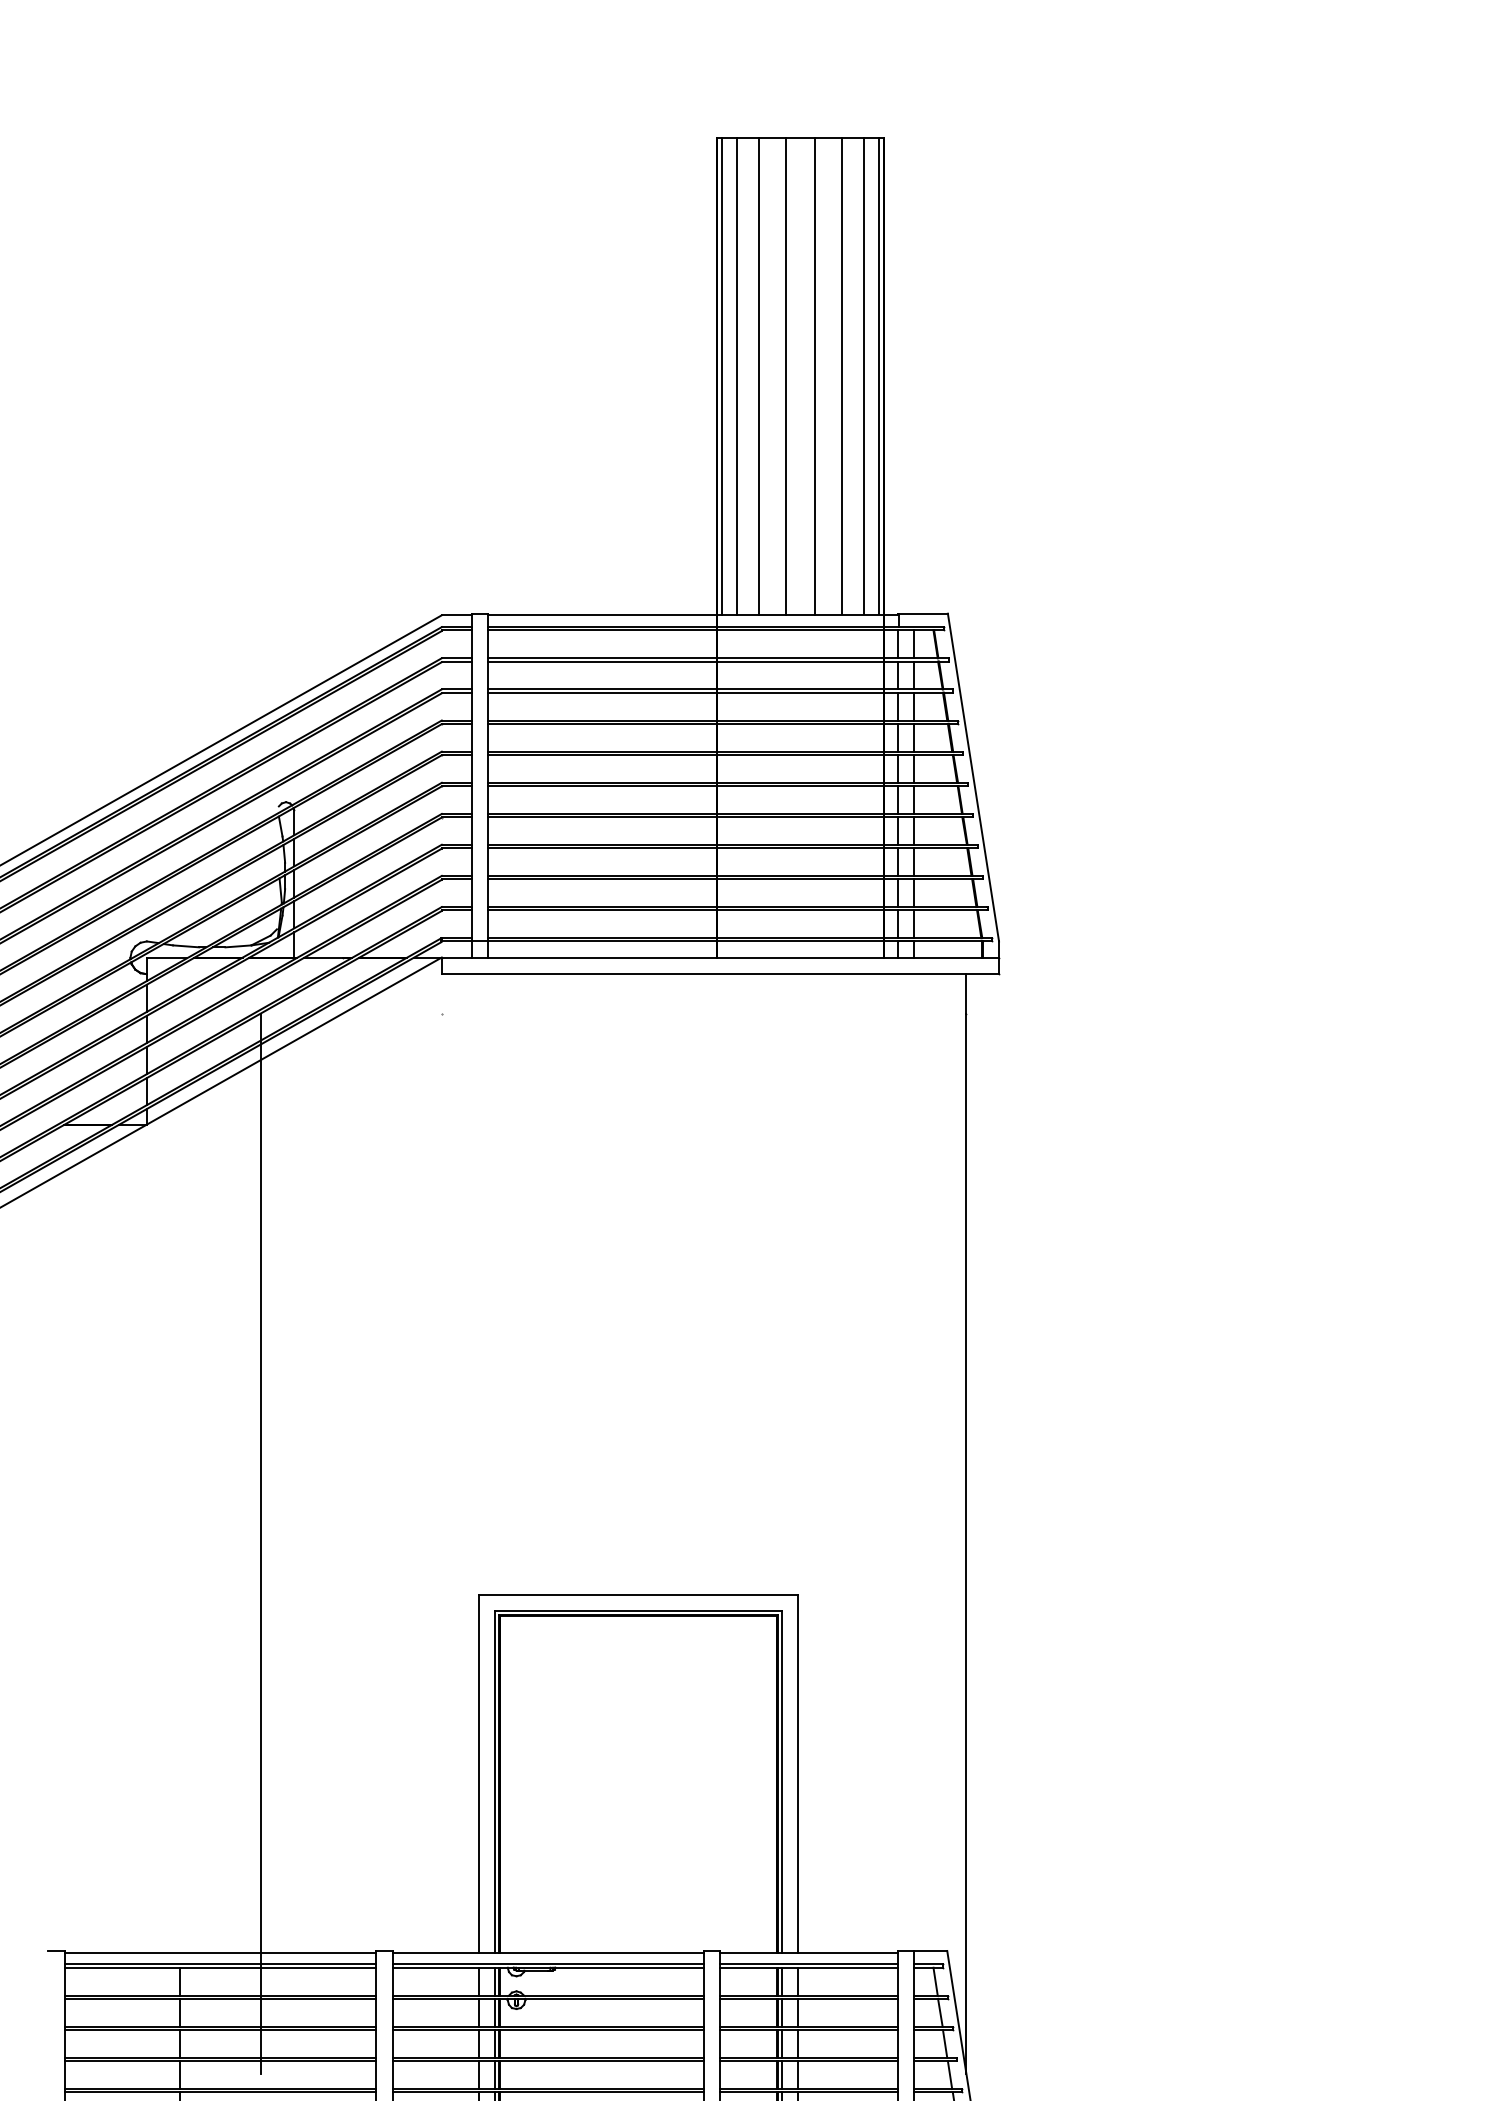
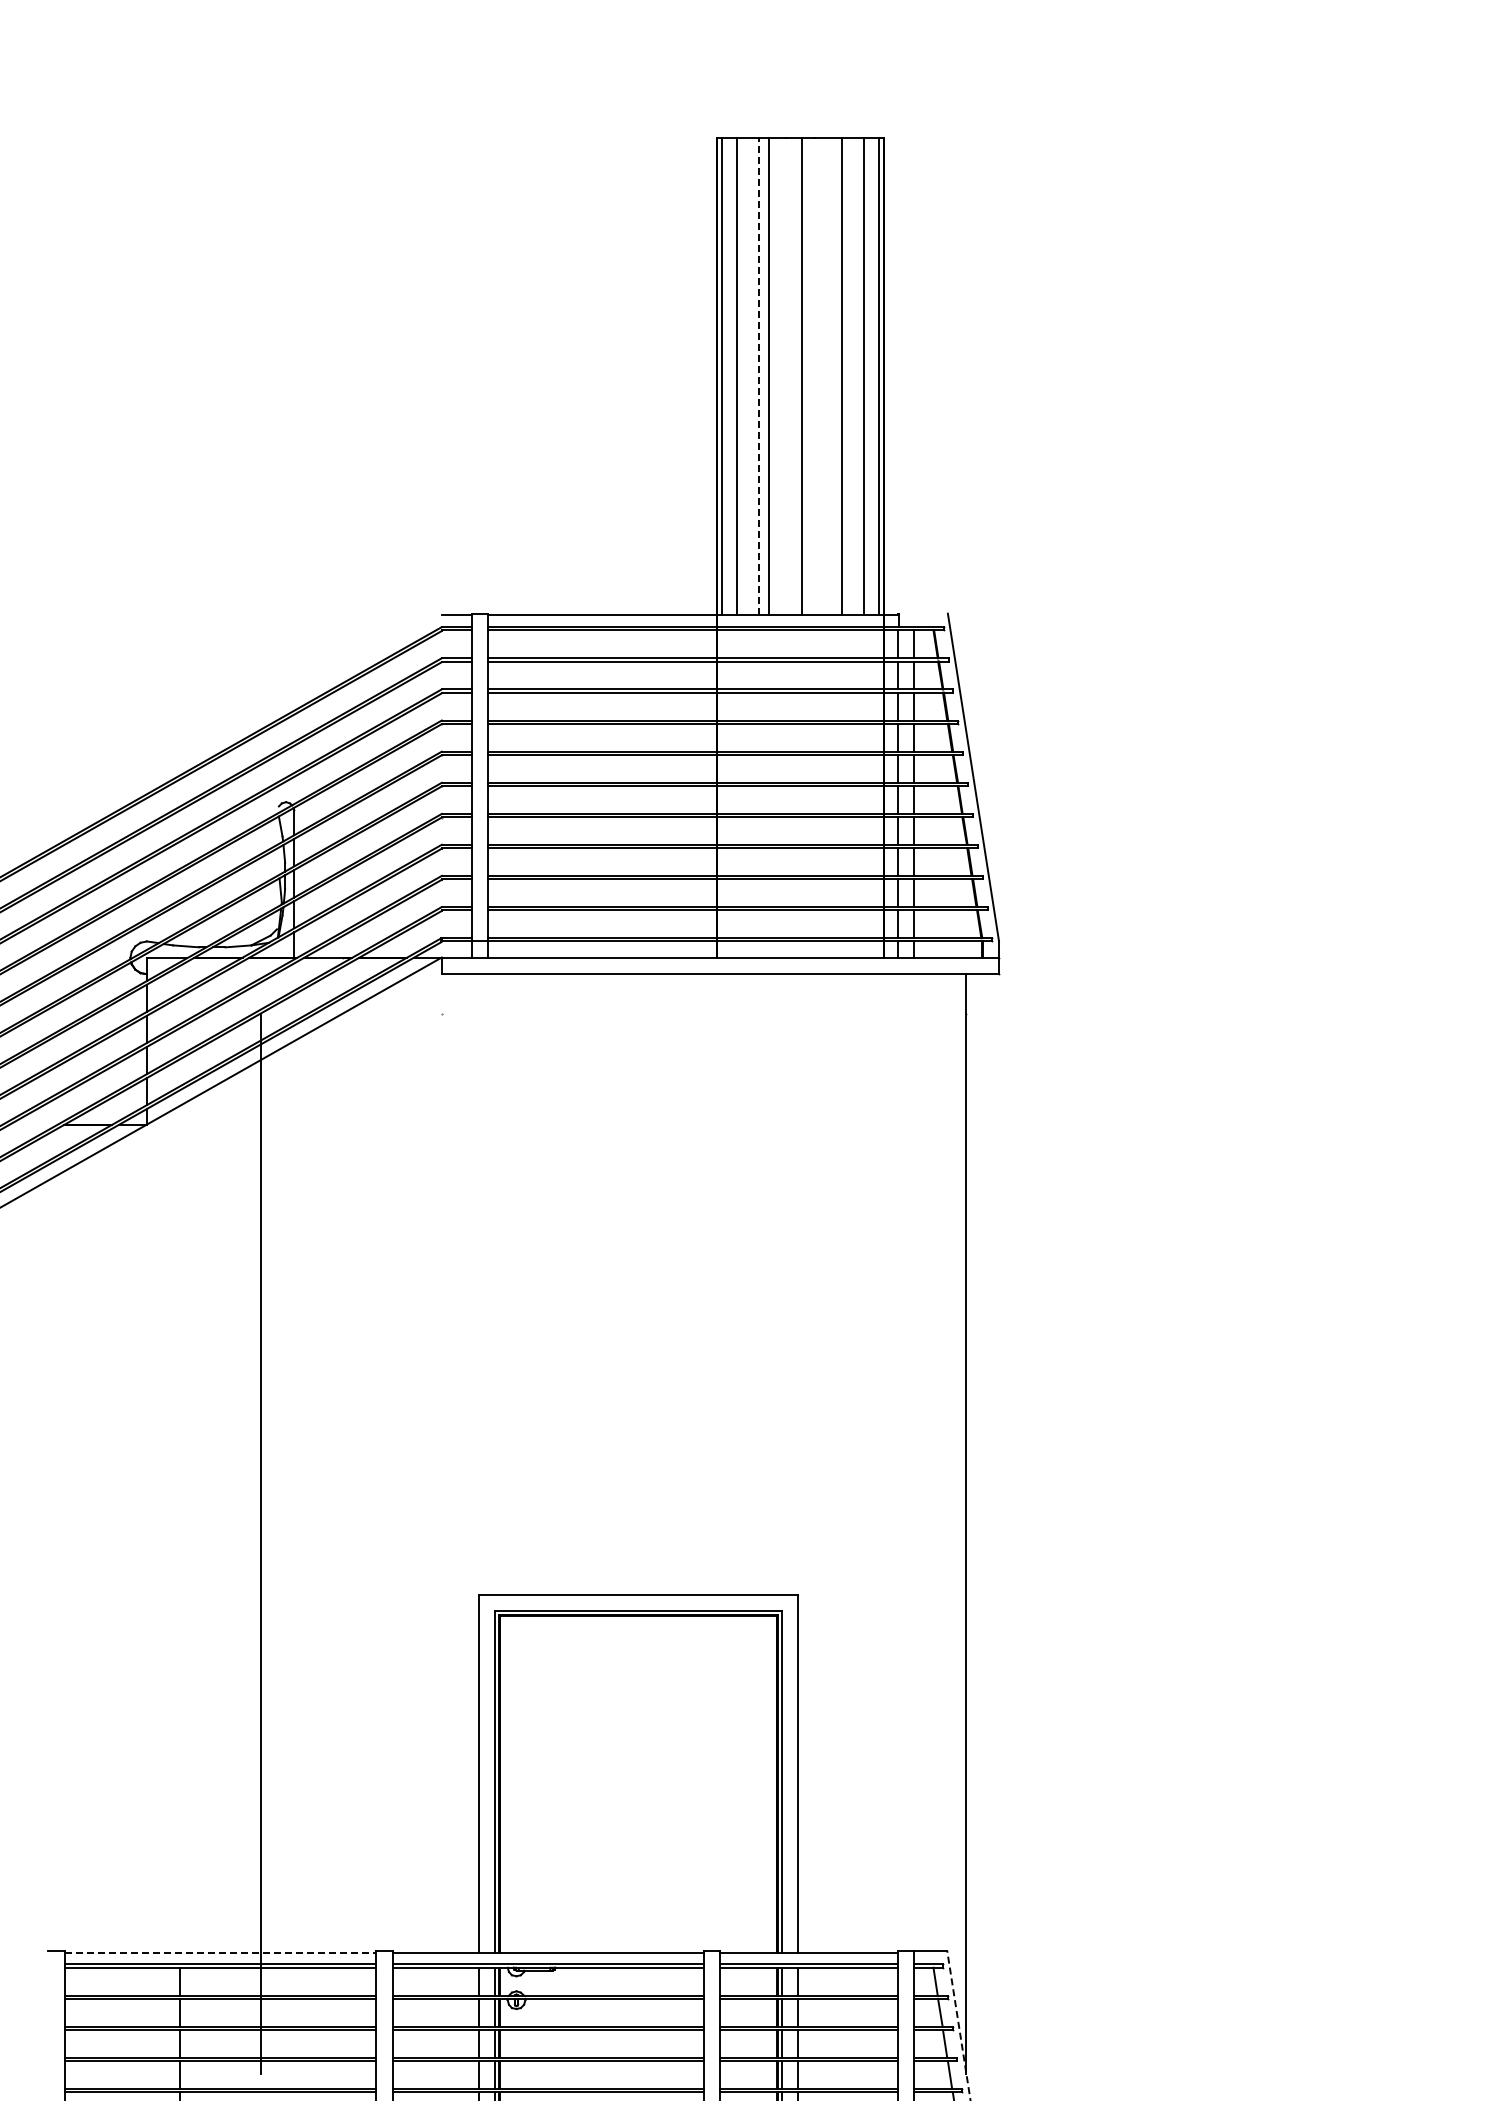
line at (758, 376): solid -> dashed
line at (785, 376) position: (785, 376) -> (768, 376)
line at (814, 376) position: (814, 376) -> (801, 376)
line at (922, 613): present -> none
line at (221, 739): present -> none
line at (220, 1952): solid -> dashed
line at (958, 2025): solid -> dashed
